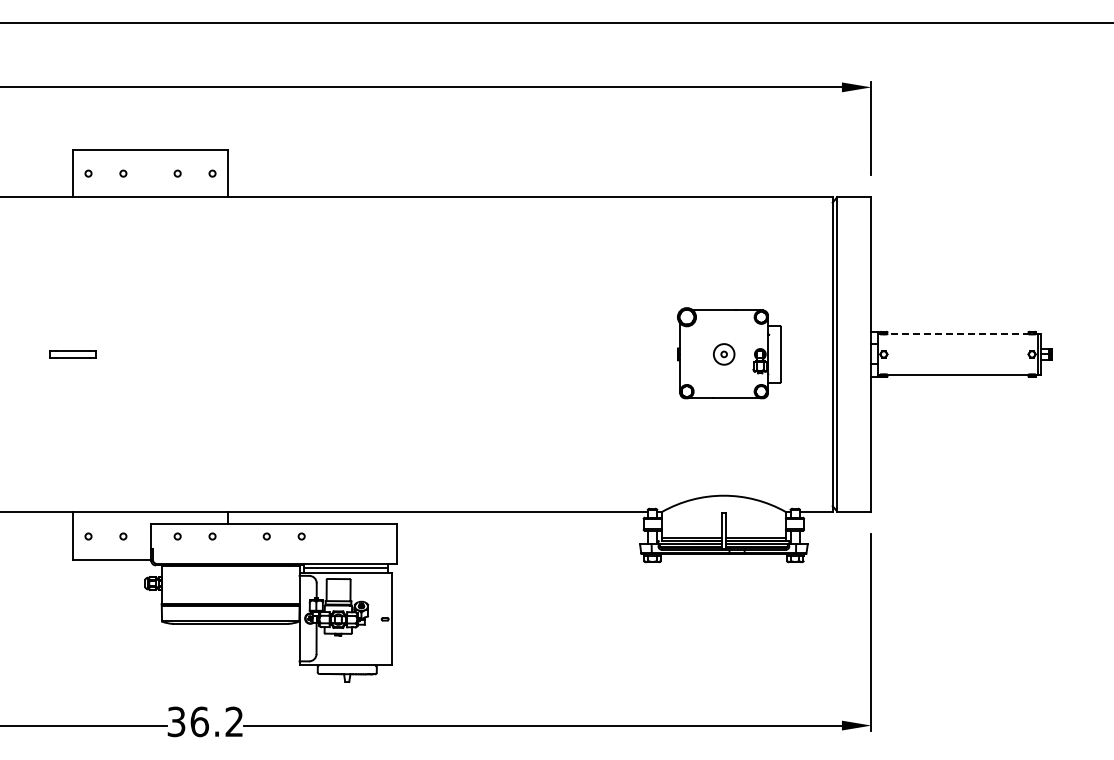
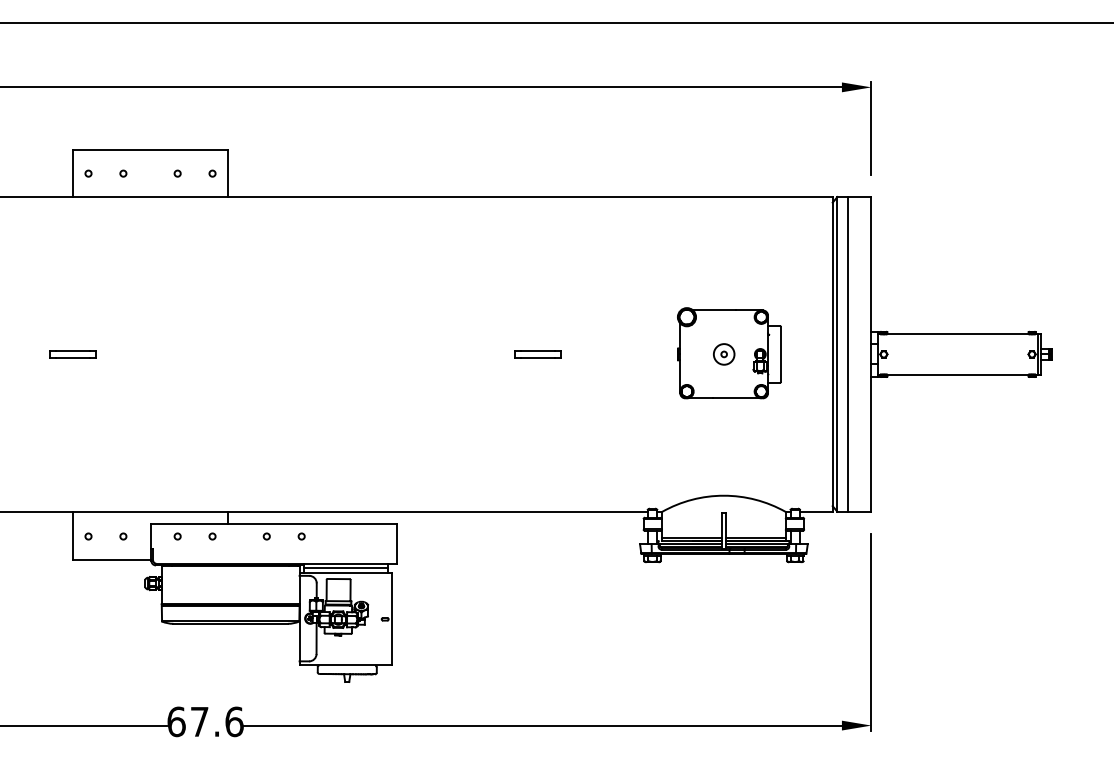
line at (958, 334): dashed -> solid
part at (537, 354): none -> present
line at (848, 354): none -> present
text at (205, 721): 36.2 -> 67.6
